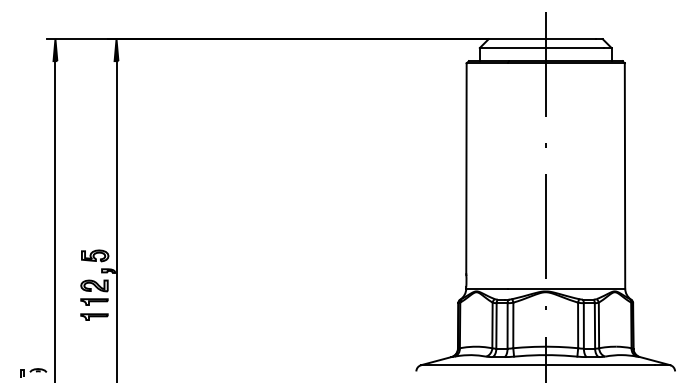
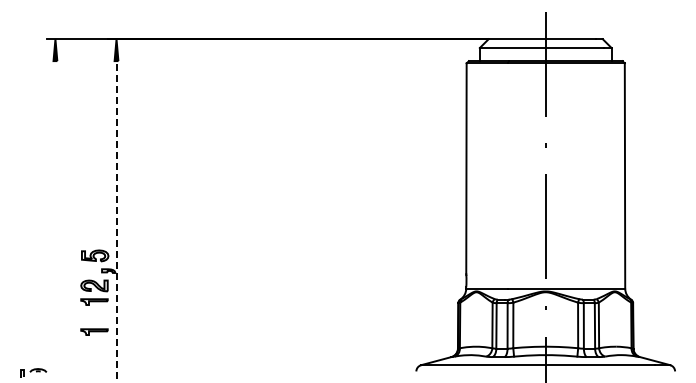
line at (55, 220): present -> none
line at (116, 221): solid -> dashed
part at (94, 316) position: (94, 316) -> (94, 331)
